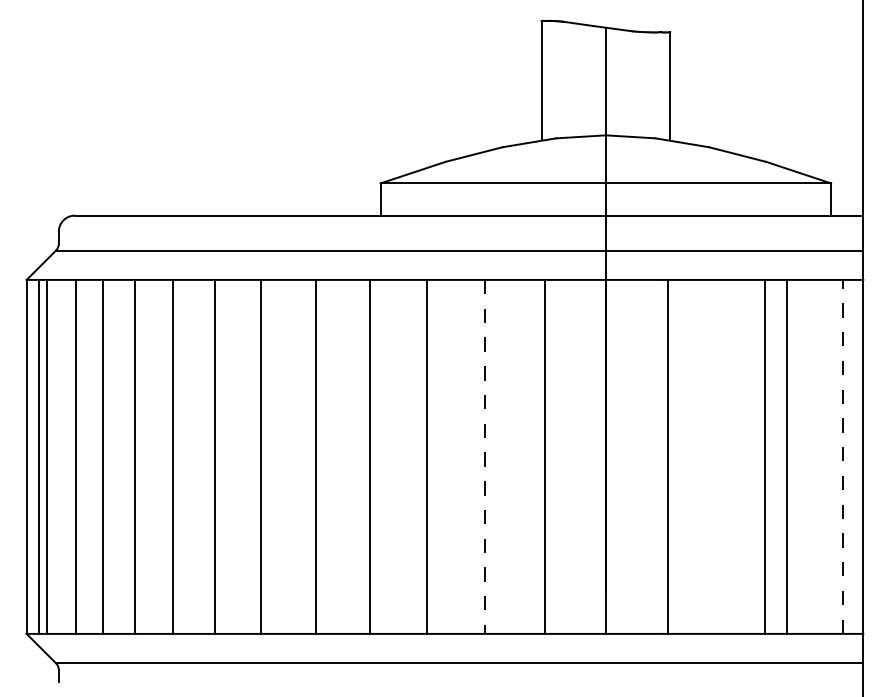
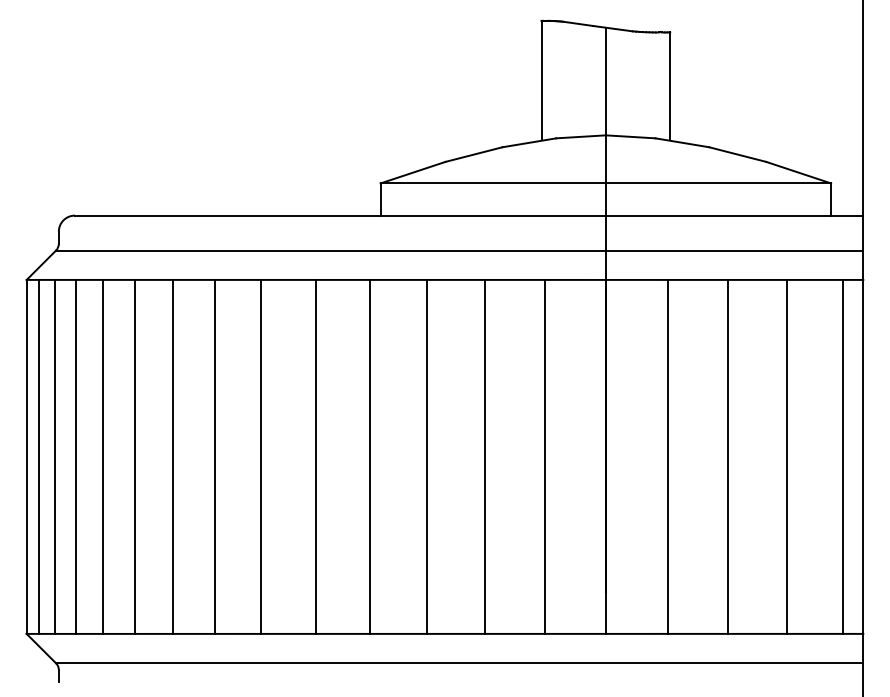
line at (46, 456) position: (46, 456) -> (54, 456)
line at (485, 456): dashed -> solid
line at (765, 456) position: (765, 456) -> (728, 456)
line at (843, 456): dashed -> solid
